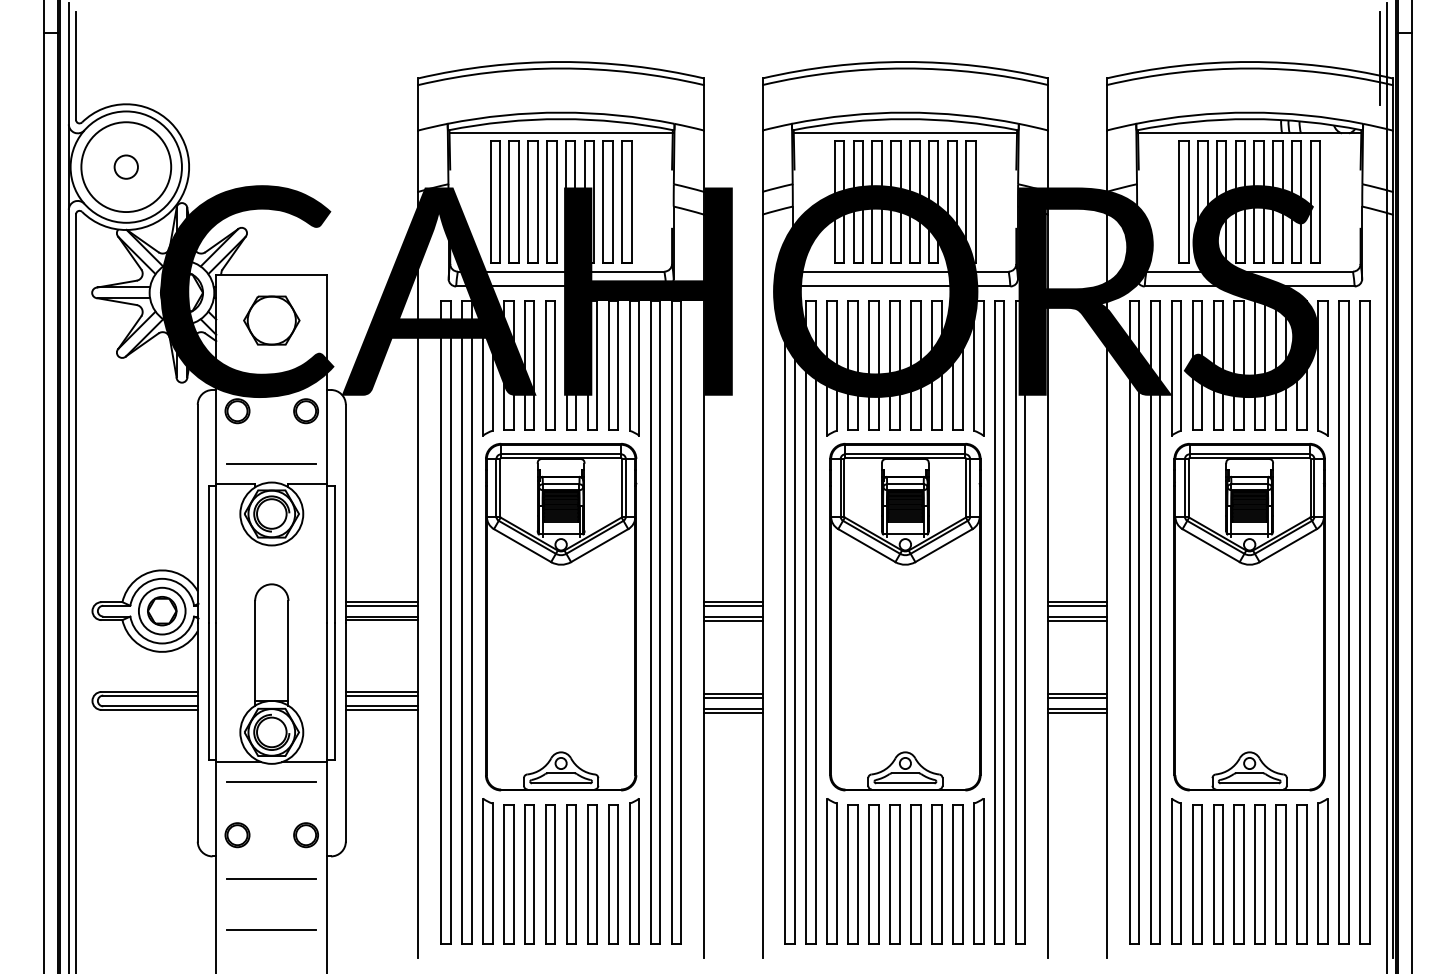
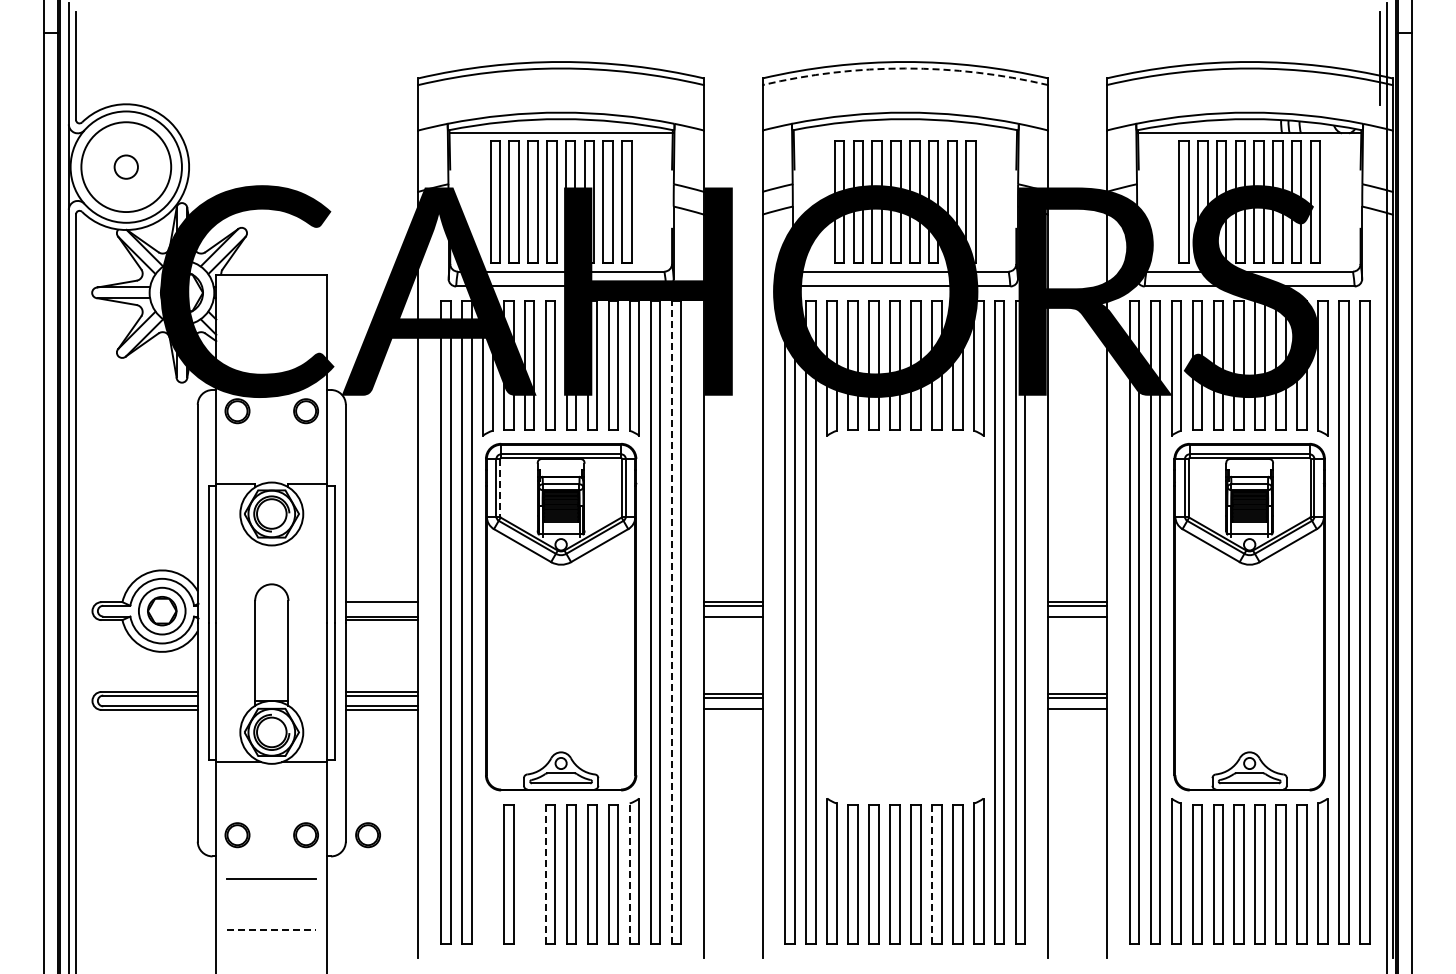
arc at (905, 68): solid -> dashed
line at (905, 133): present -> none
part at (271, 320): present -> none
line at (271, 464): present -> none
line at (500, 487): solid -> dashed
line at (381, 605): present -> none
part at (905, 617): present -> none
line at (732, 620): present -> none
line at (1077, 620): present -> none
line at (671, 621): solid -> dashed
line at (732, 712): present -> none
line at (1077, 712): present -> none
line at (271, 782): present -> none
part at (367, 835): none -> present
part at (487, 871): present -> none
line at (629, 873): solid -> dashed
part at (529, 874): present -> none
line at (545, 874): solid -> dashed
line at (932, 874): solid -> dashed
line at (272, 930): solid -> dashed
